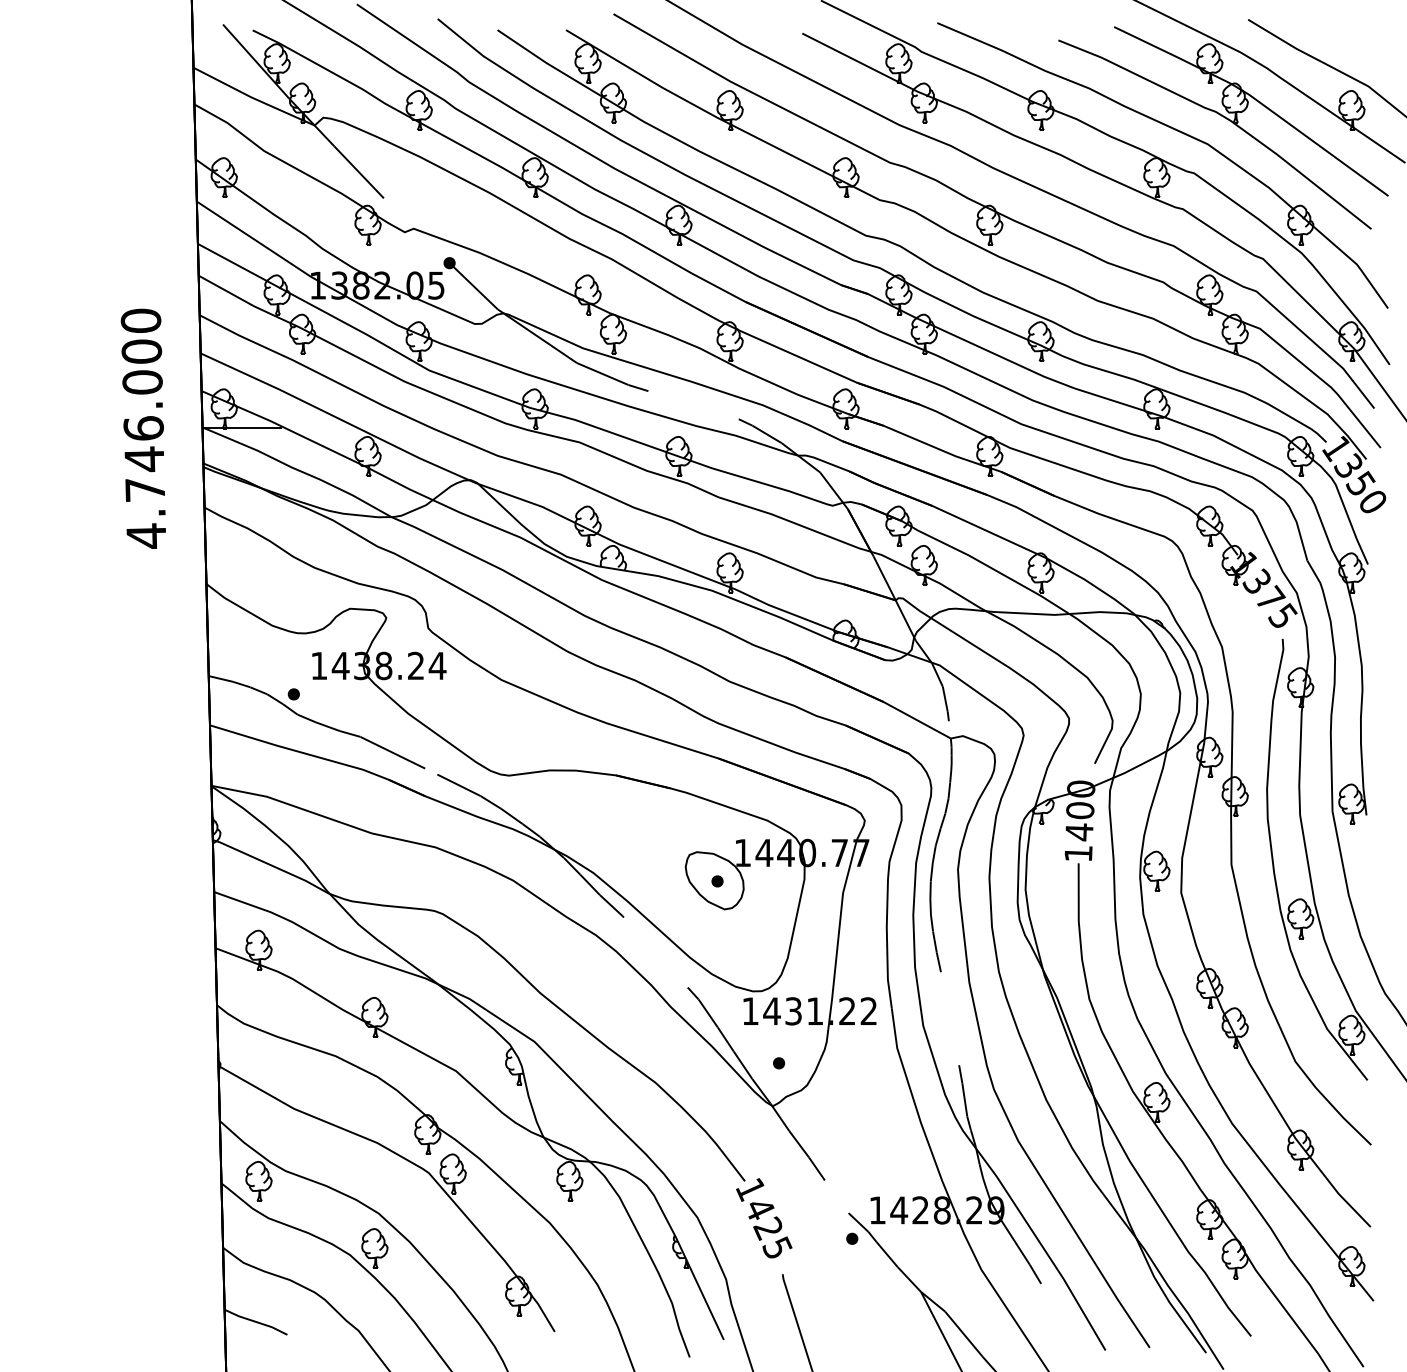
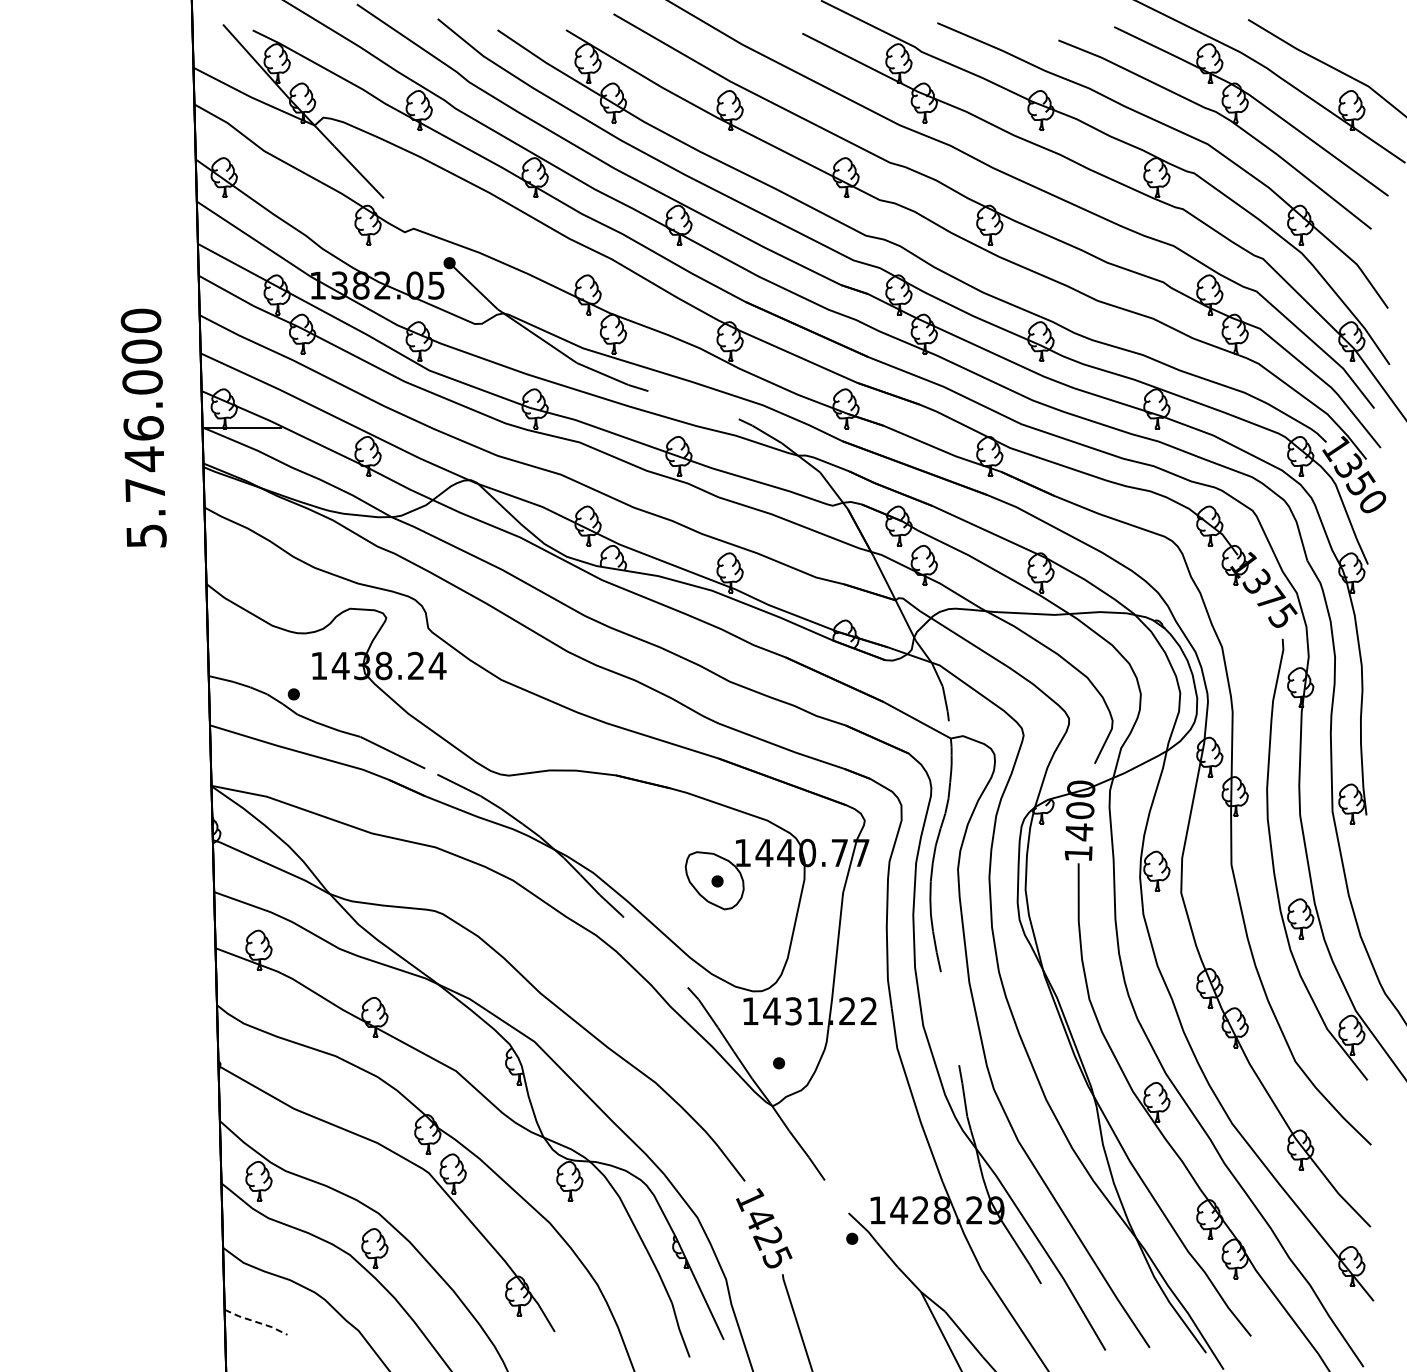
text at (146, 535): 4.746.000 -> 5.746.000
text at (764, 1218) position: (764, 1218) -> (764, 1228)
line at (256, 1322): solid -> dashed
